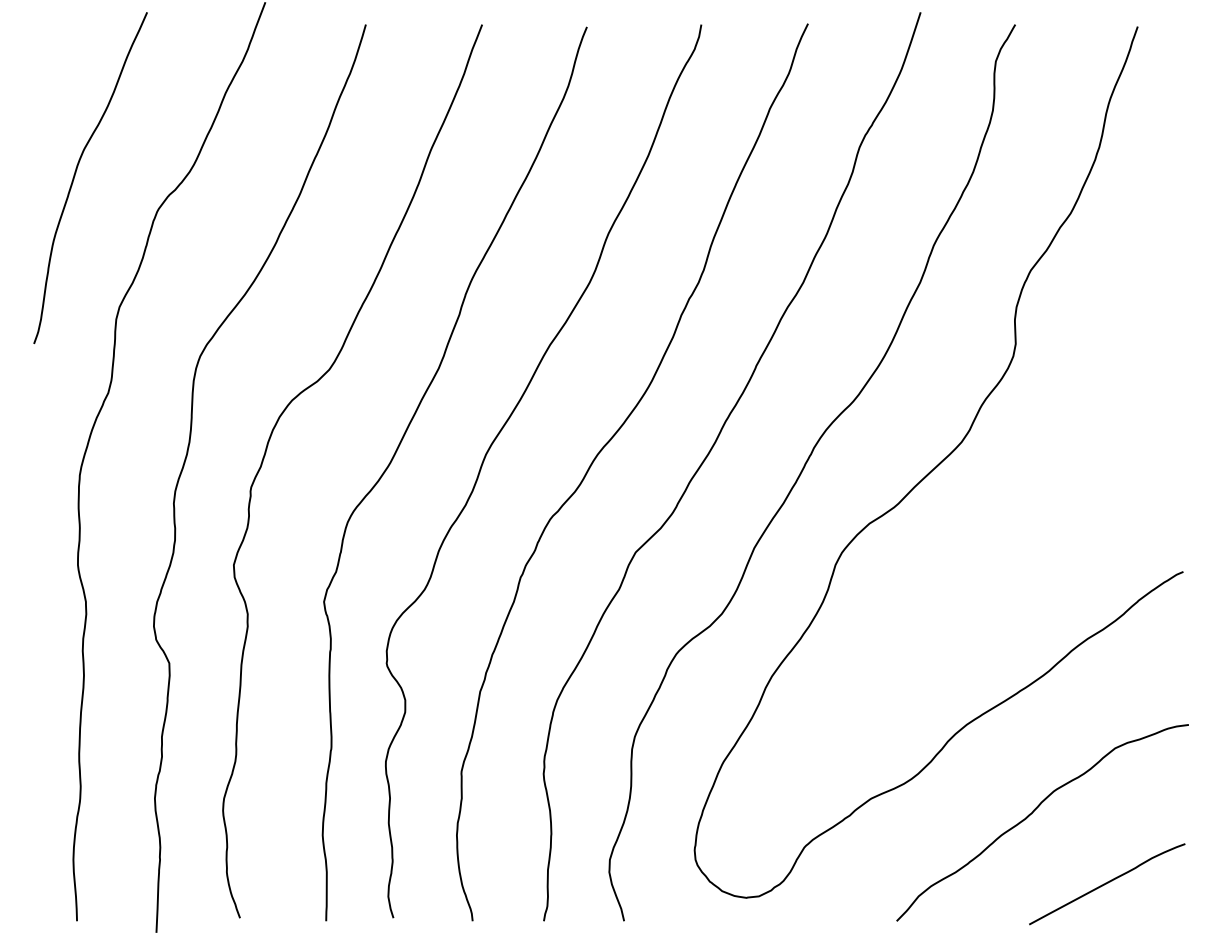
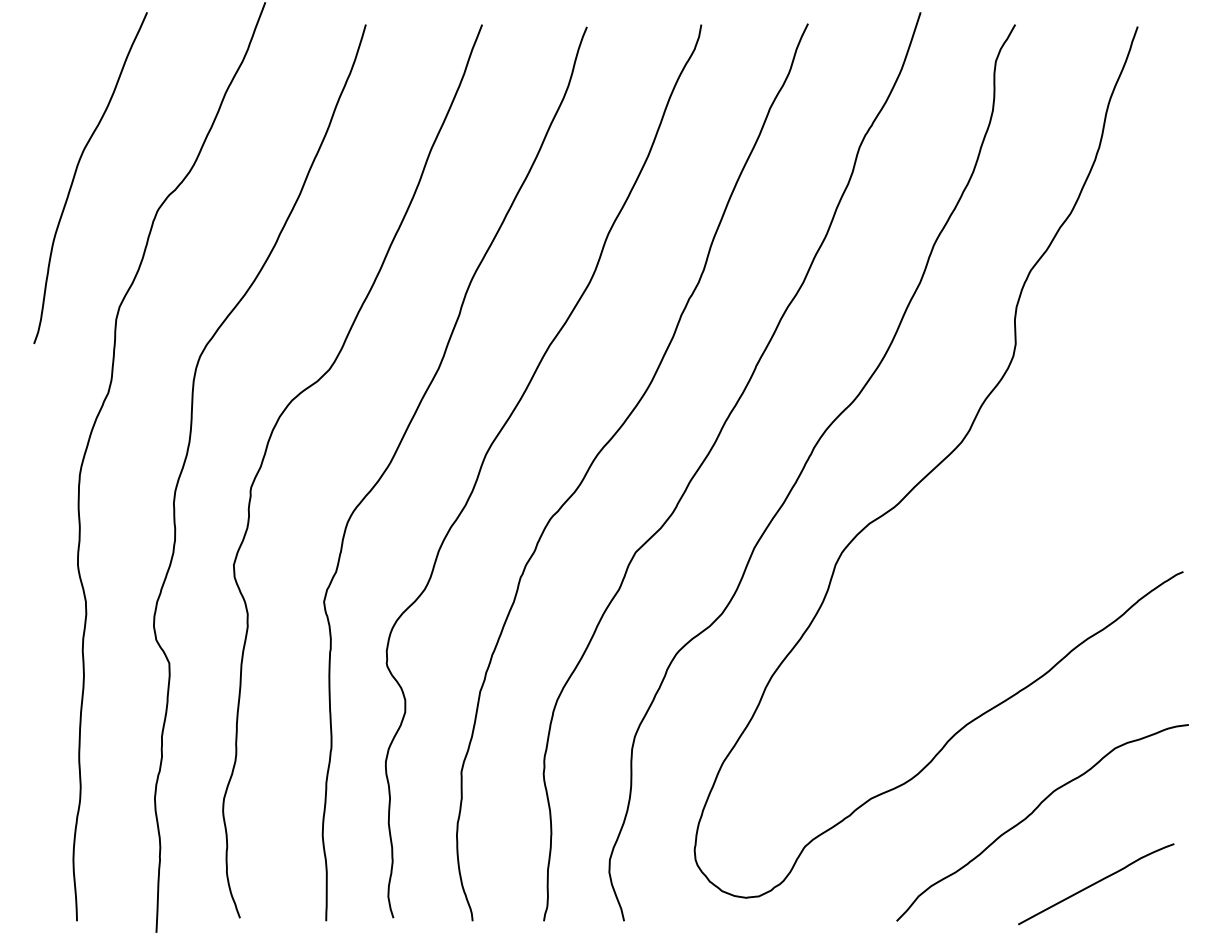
curve at (1107, 883) position: (1107, 883) -> (1096, 883)
